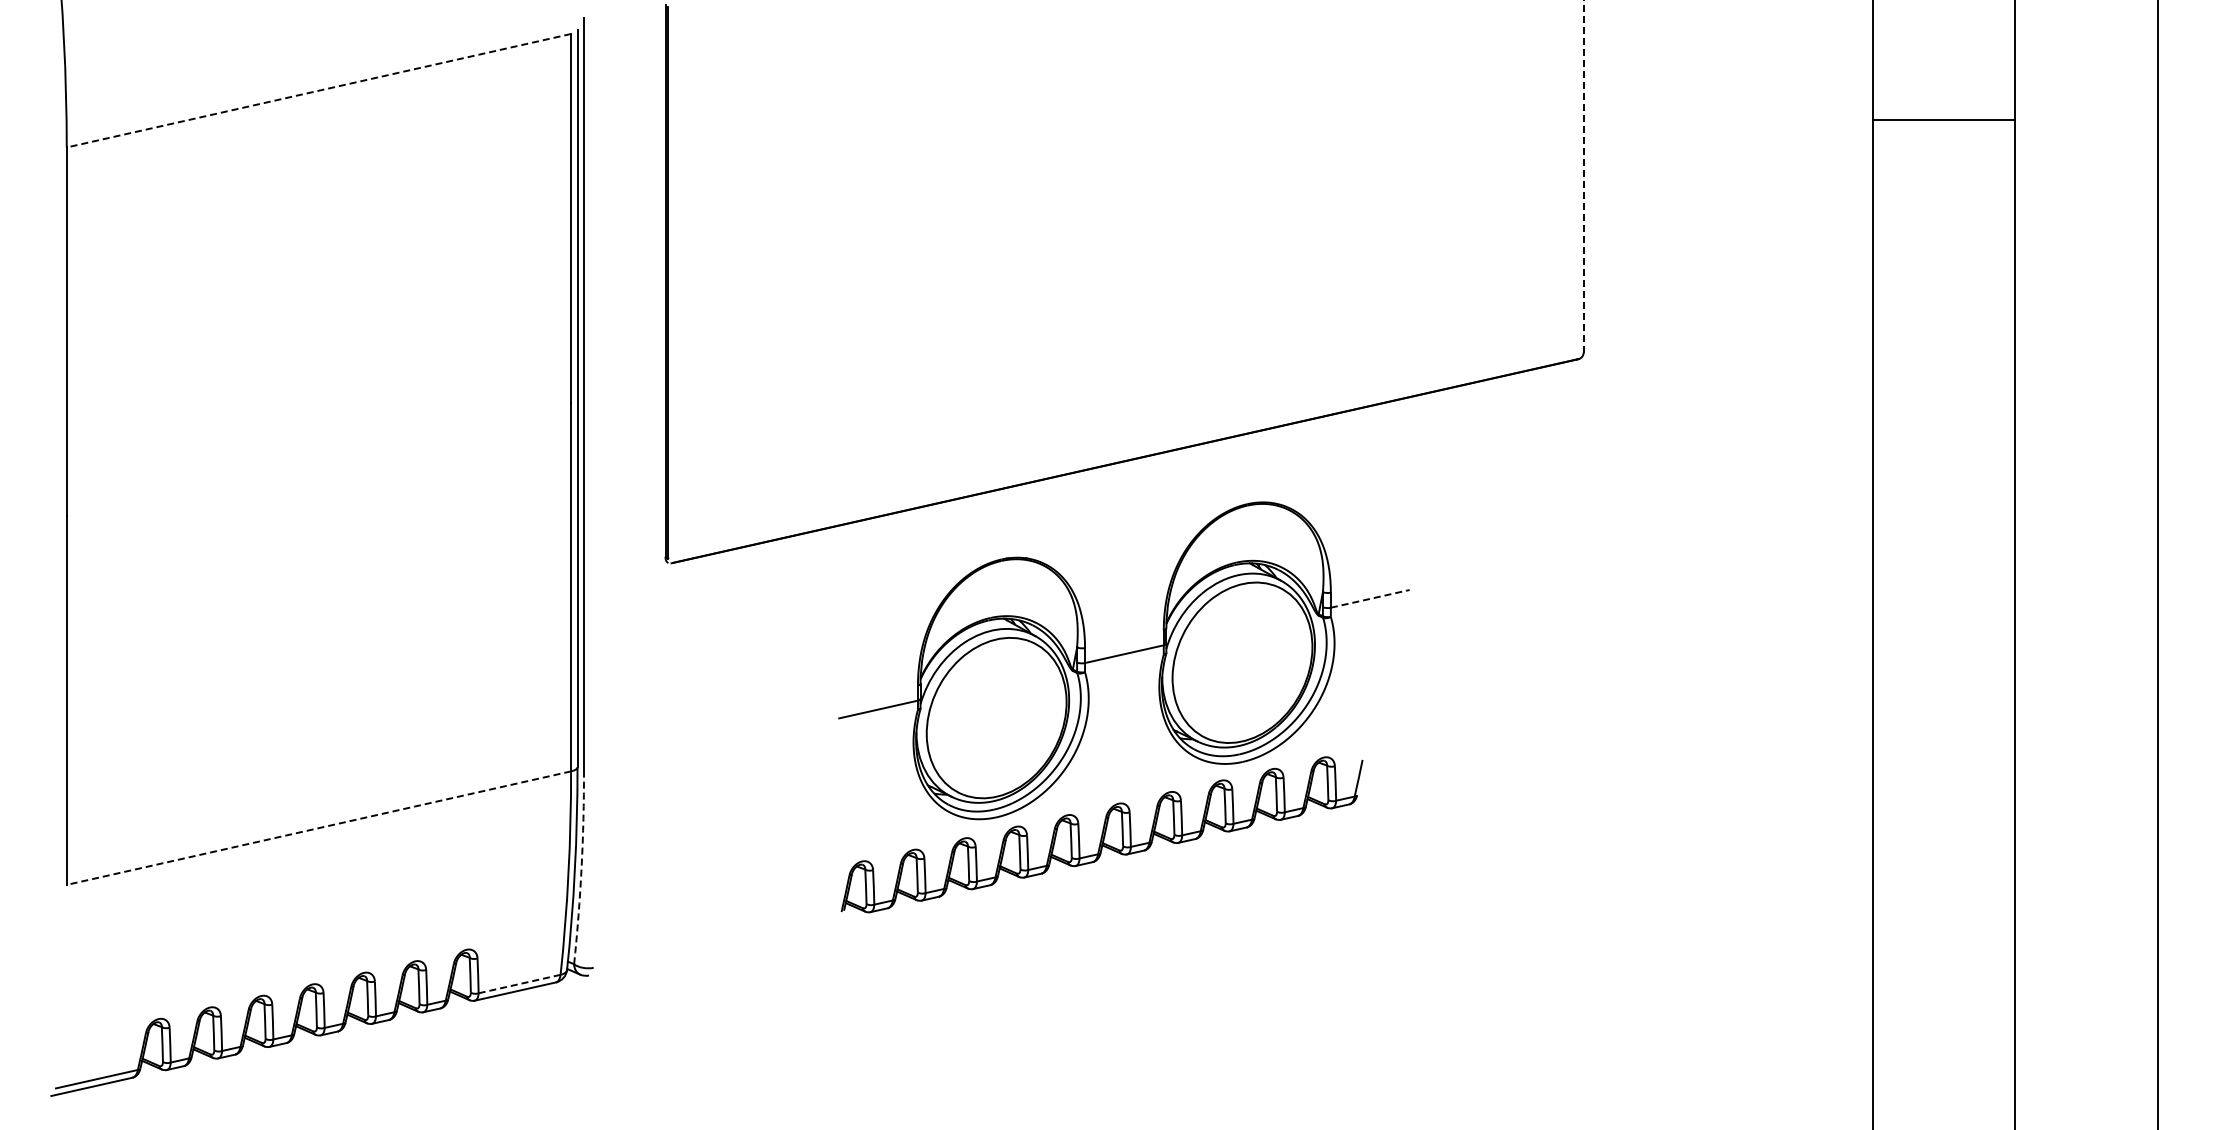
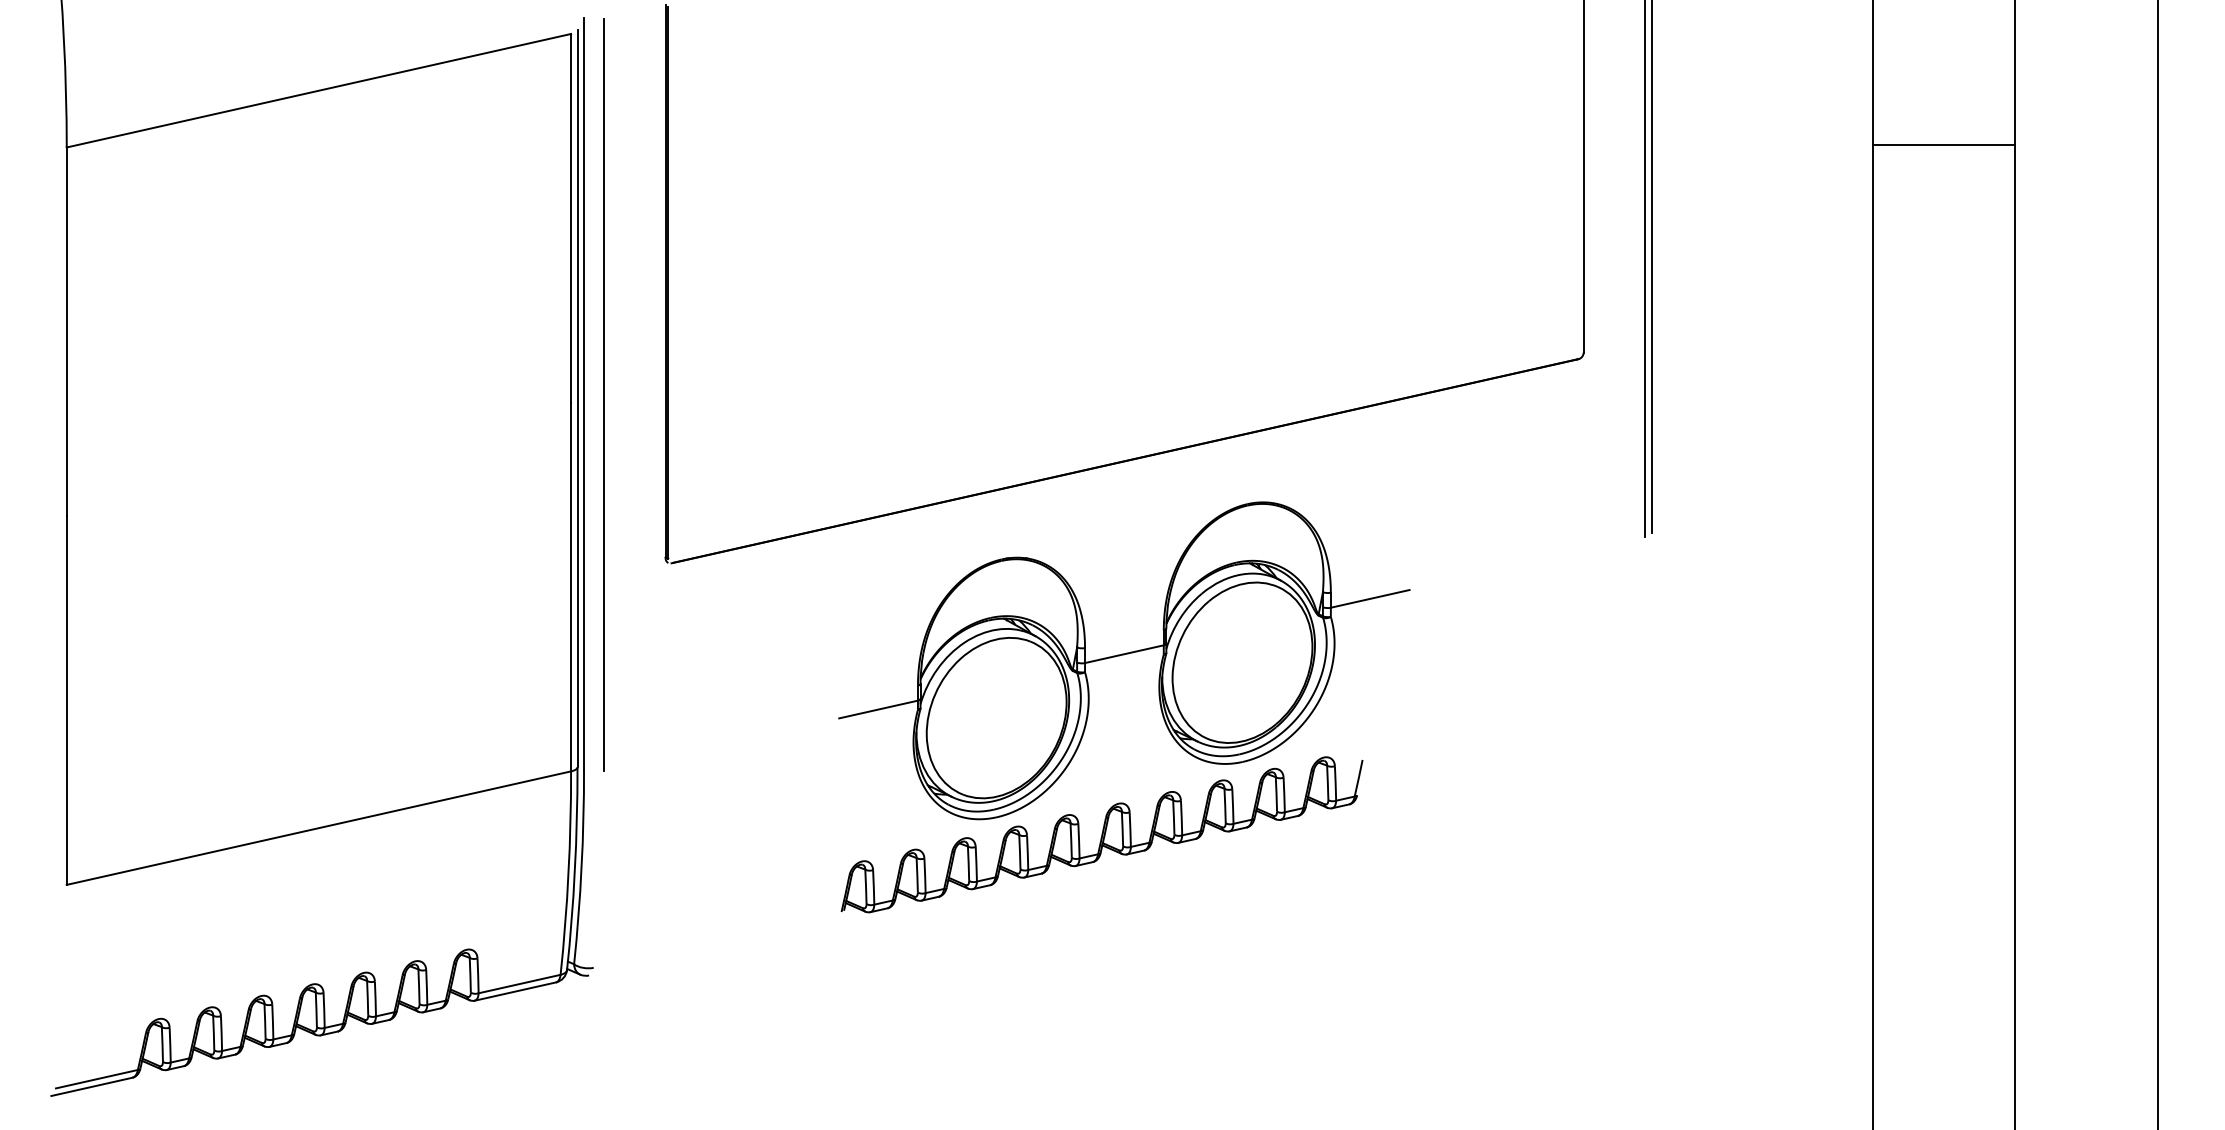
line at (318, 90): dashed -> solid
line at (1943, 119) position: (1943, 119) -> (1943, 144)
line at (1583, 176): dashed -> solid
line at (1651, 267): none -> present
line at (1645, 269): none -> present
line at (603, 395): none -> present
line at (1370, 598): dashed -> solid
line at (318, 828): dashed -> solid
arc at (581, 867): dashed -> solid
line at (519, 984): dashed -> solid
